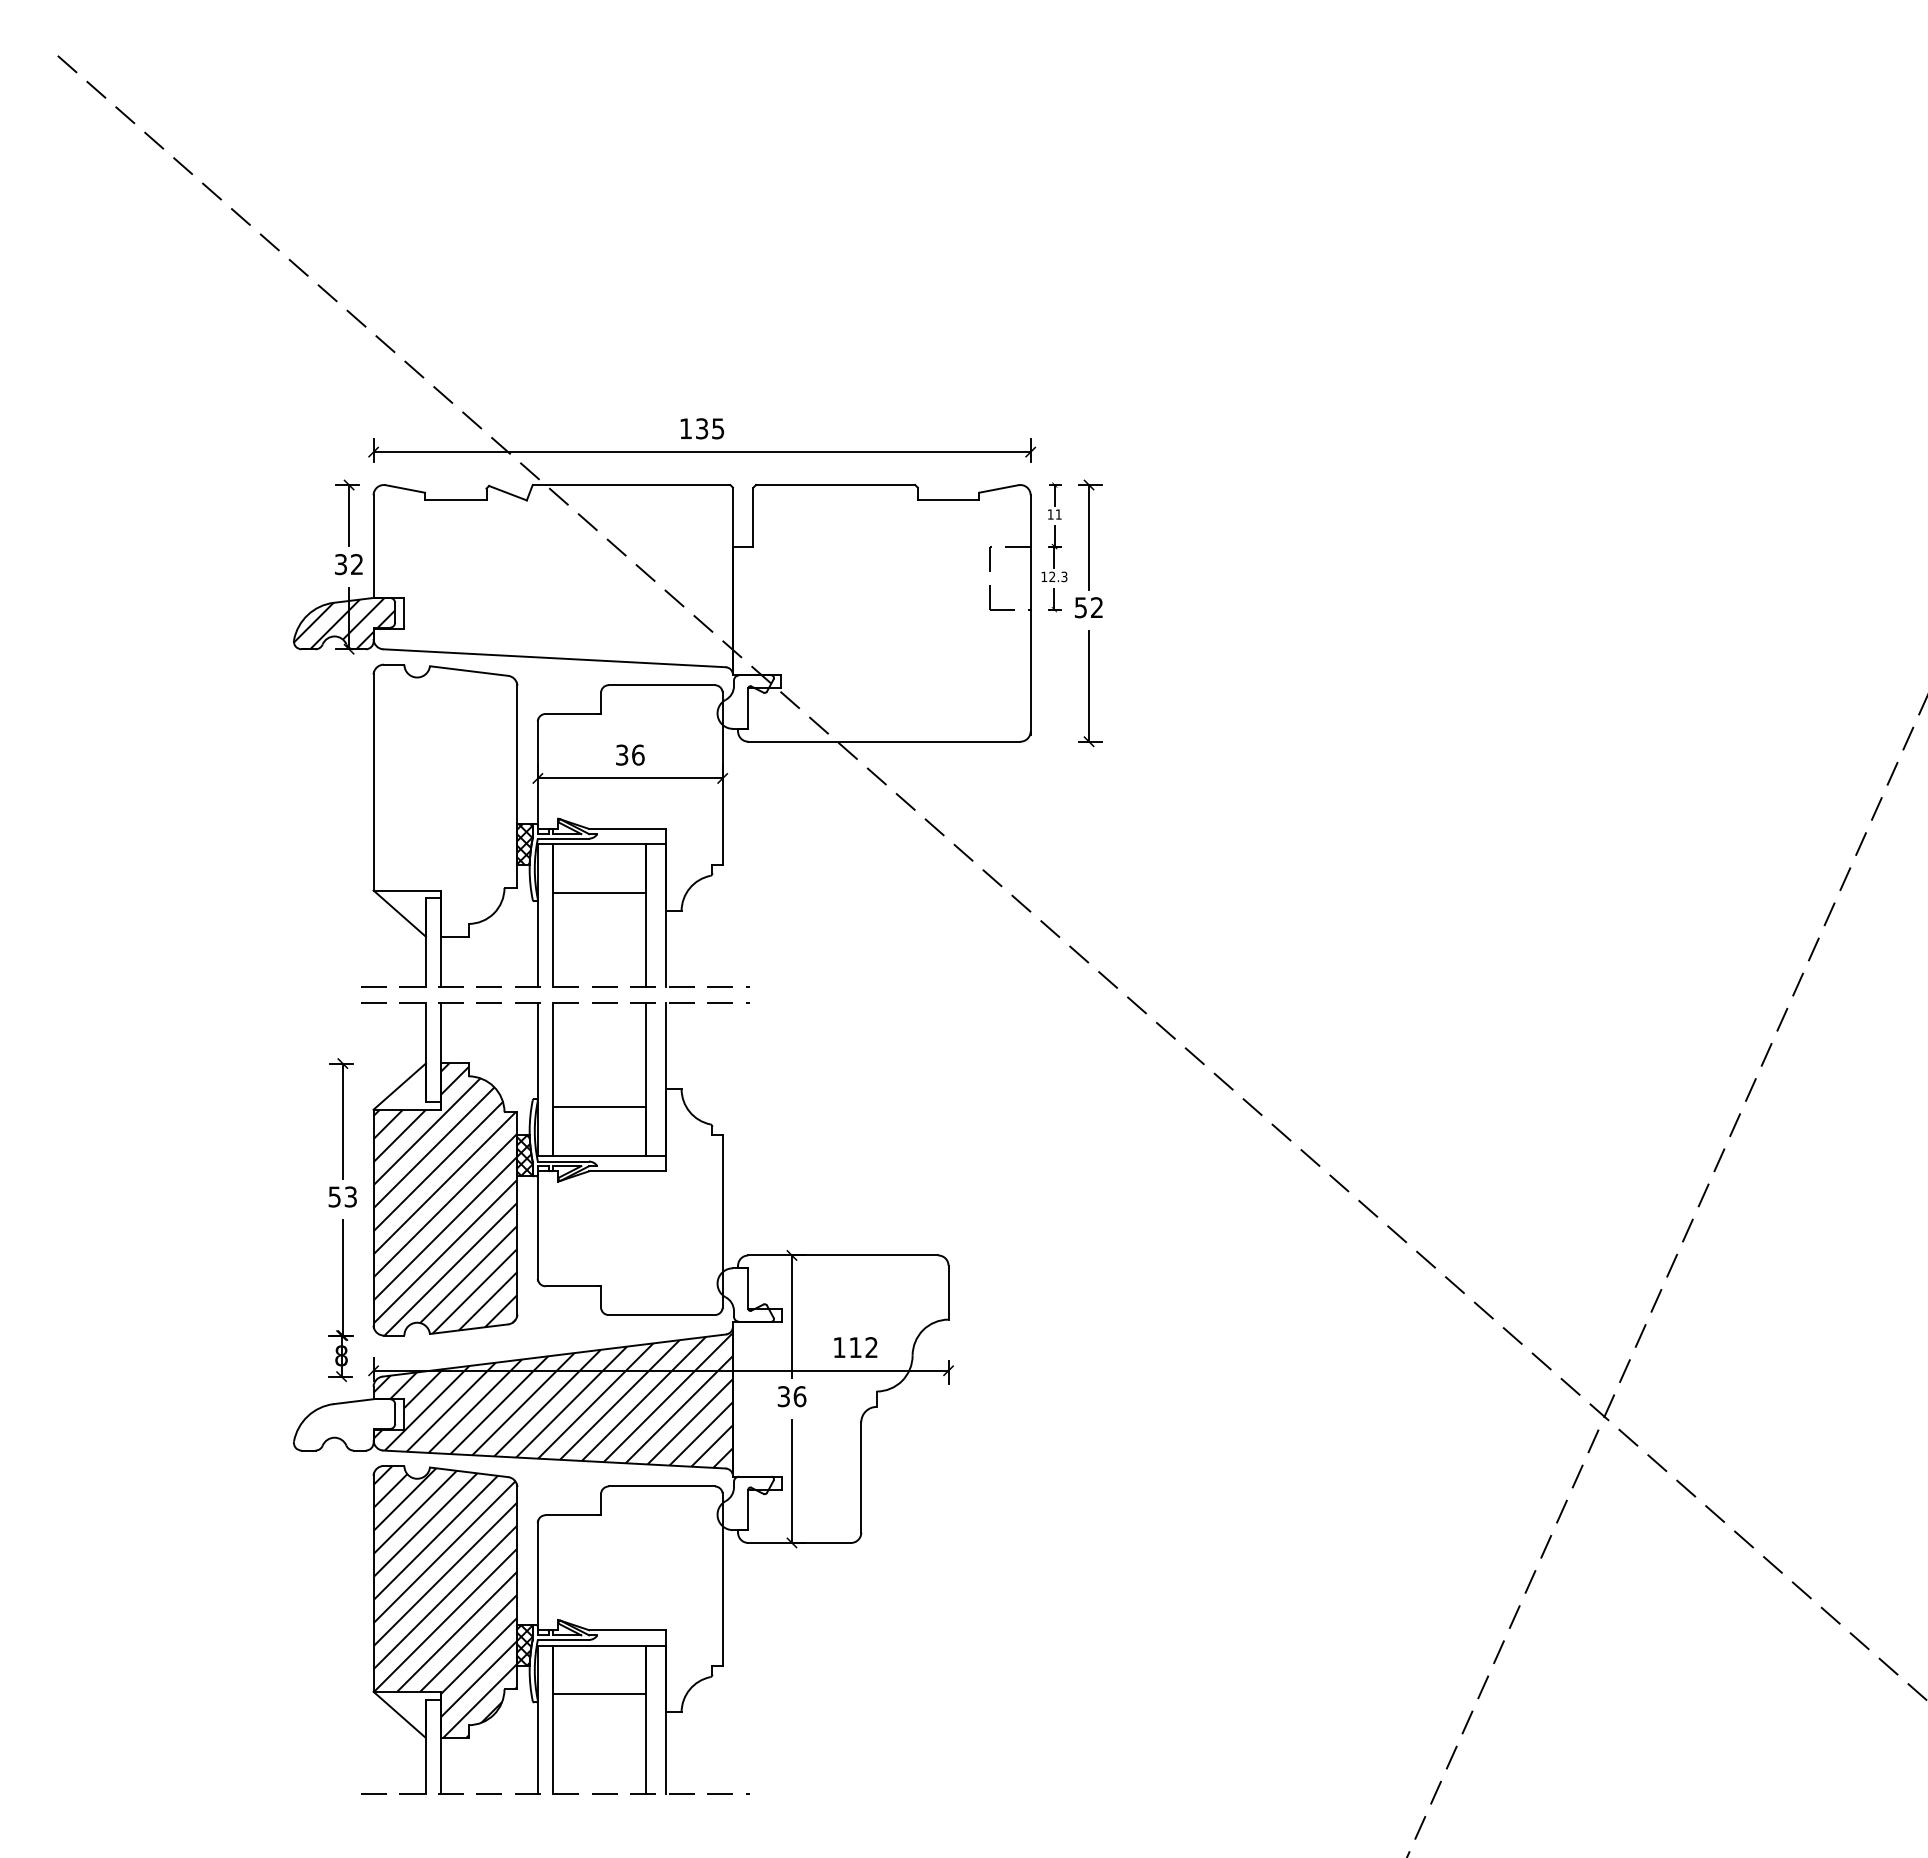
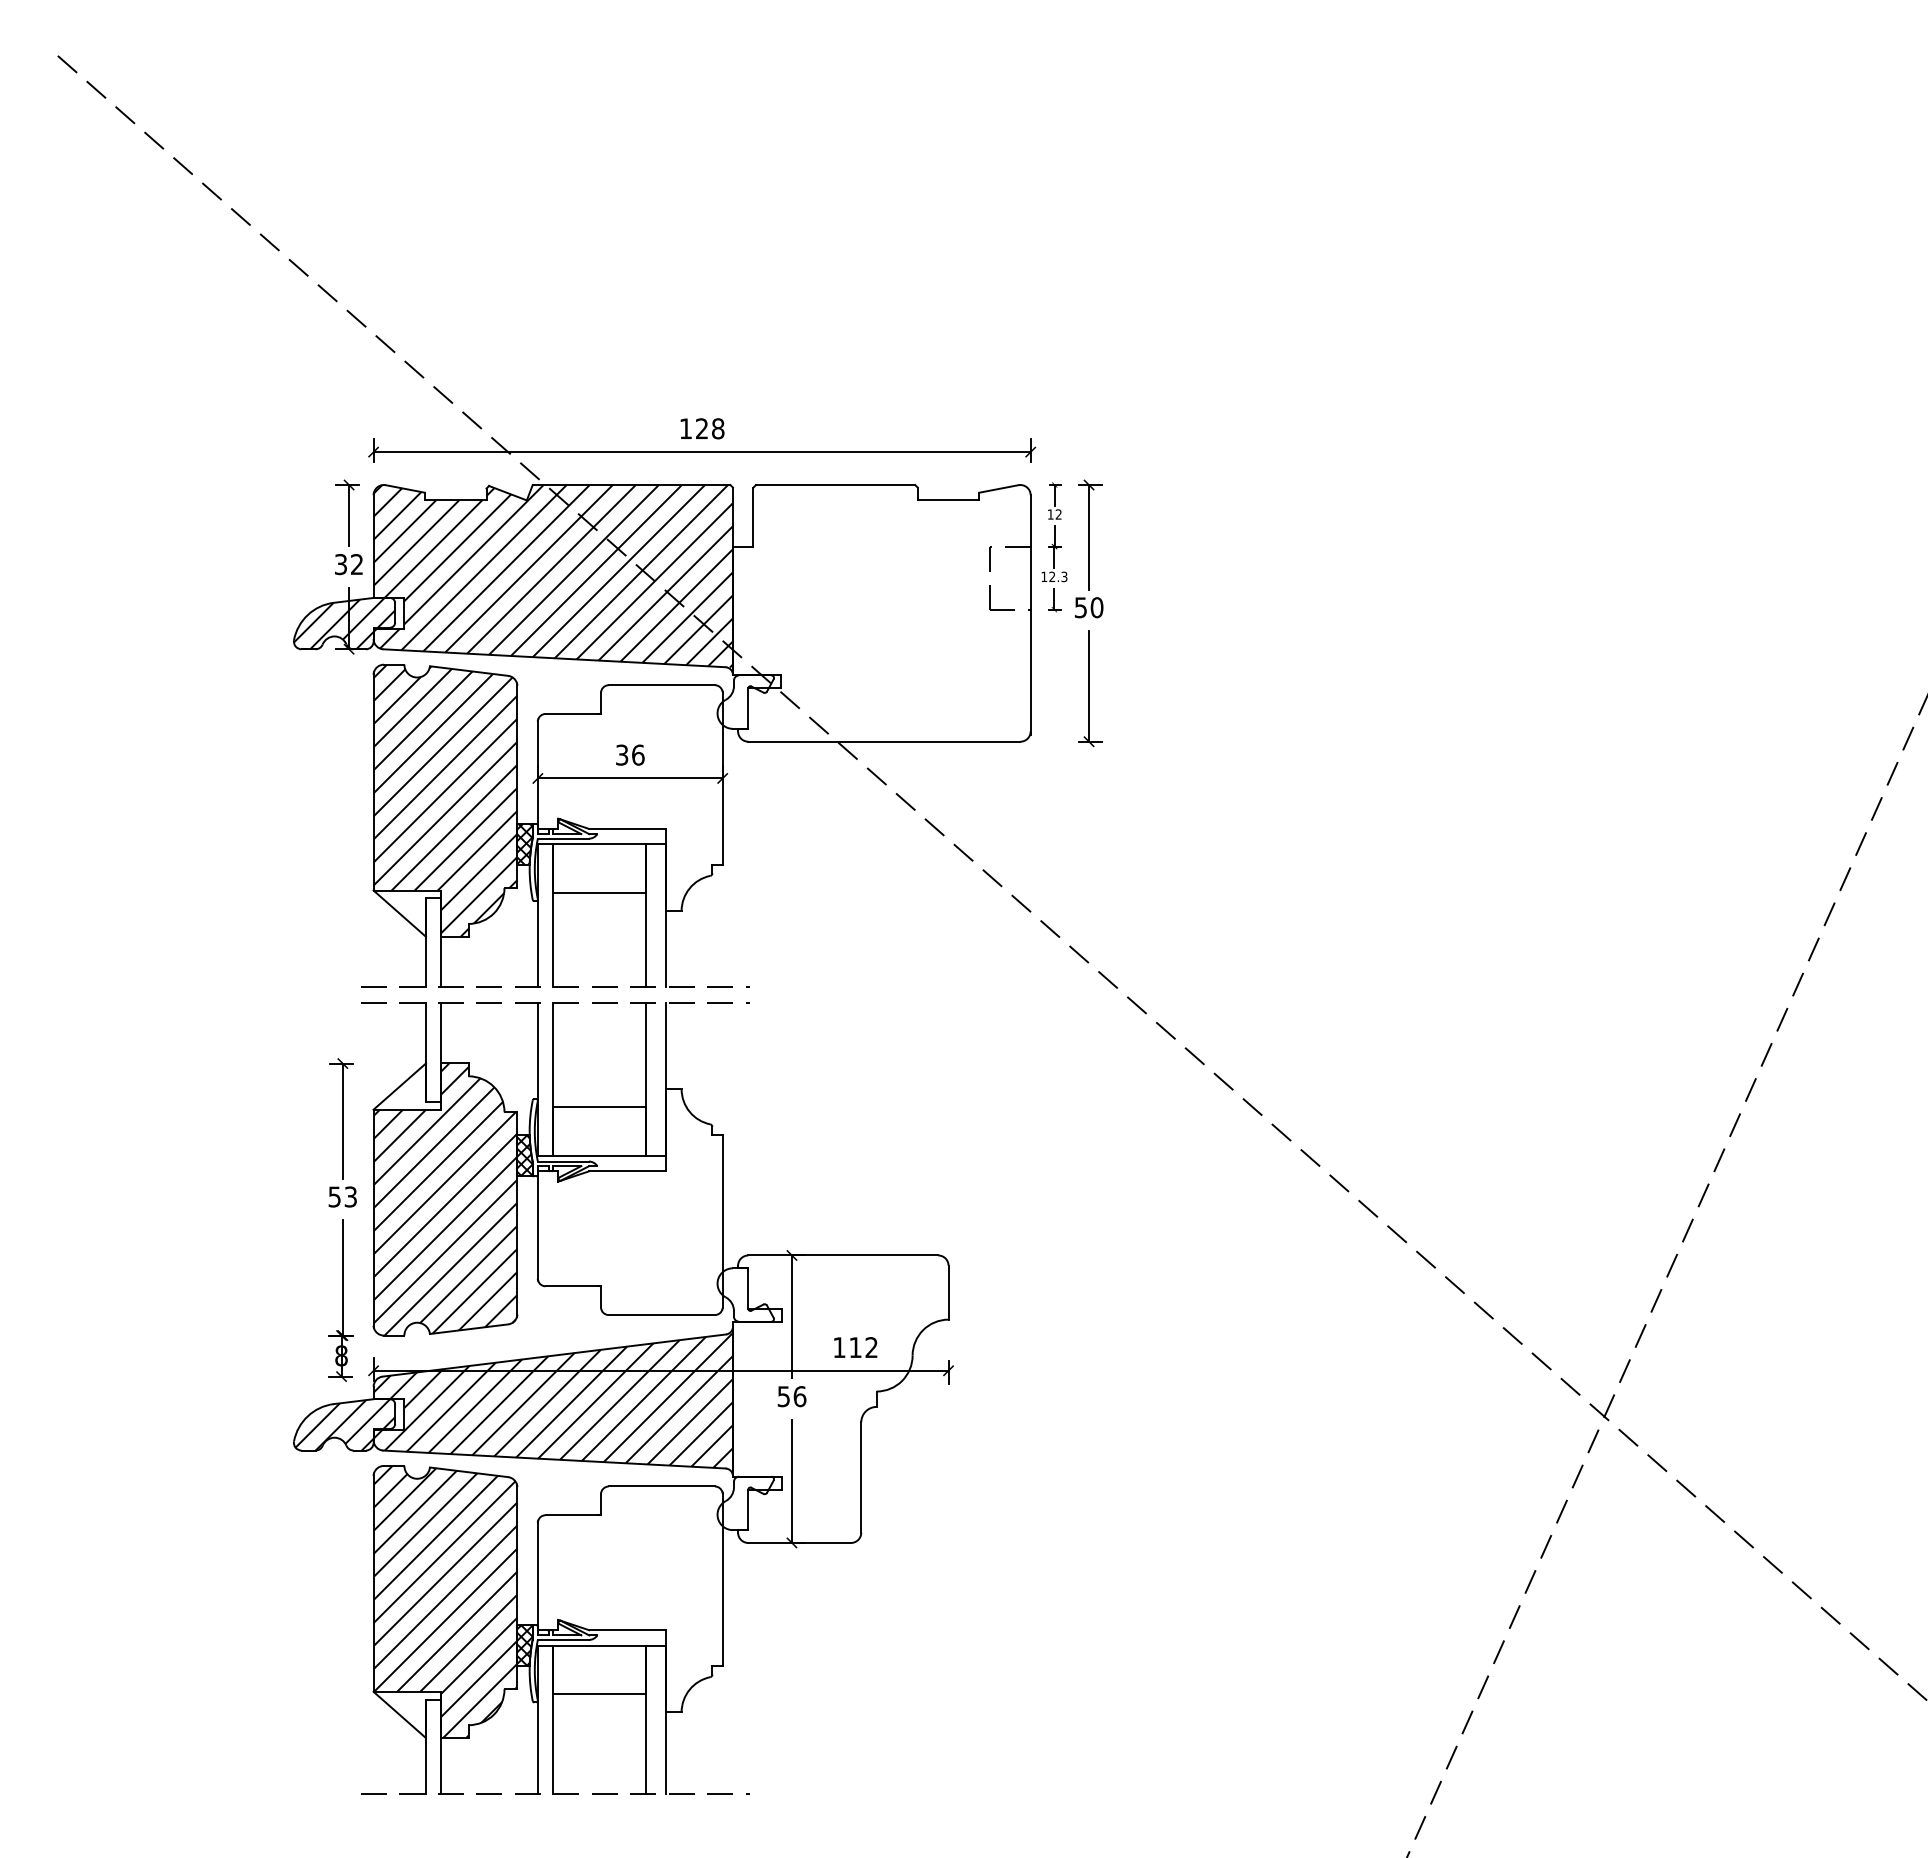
text at (710, 428): 135 -> 128
text at (1058, 514): 11 -> 12
hatch at (552, 576): none -> present
text at (1096, 607): 52 -> 50
hatch at (445, 800): none -> present
text at (783, 1396): 36 -> 56
hatch at (345, 1424): none -> present
